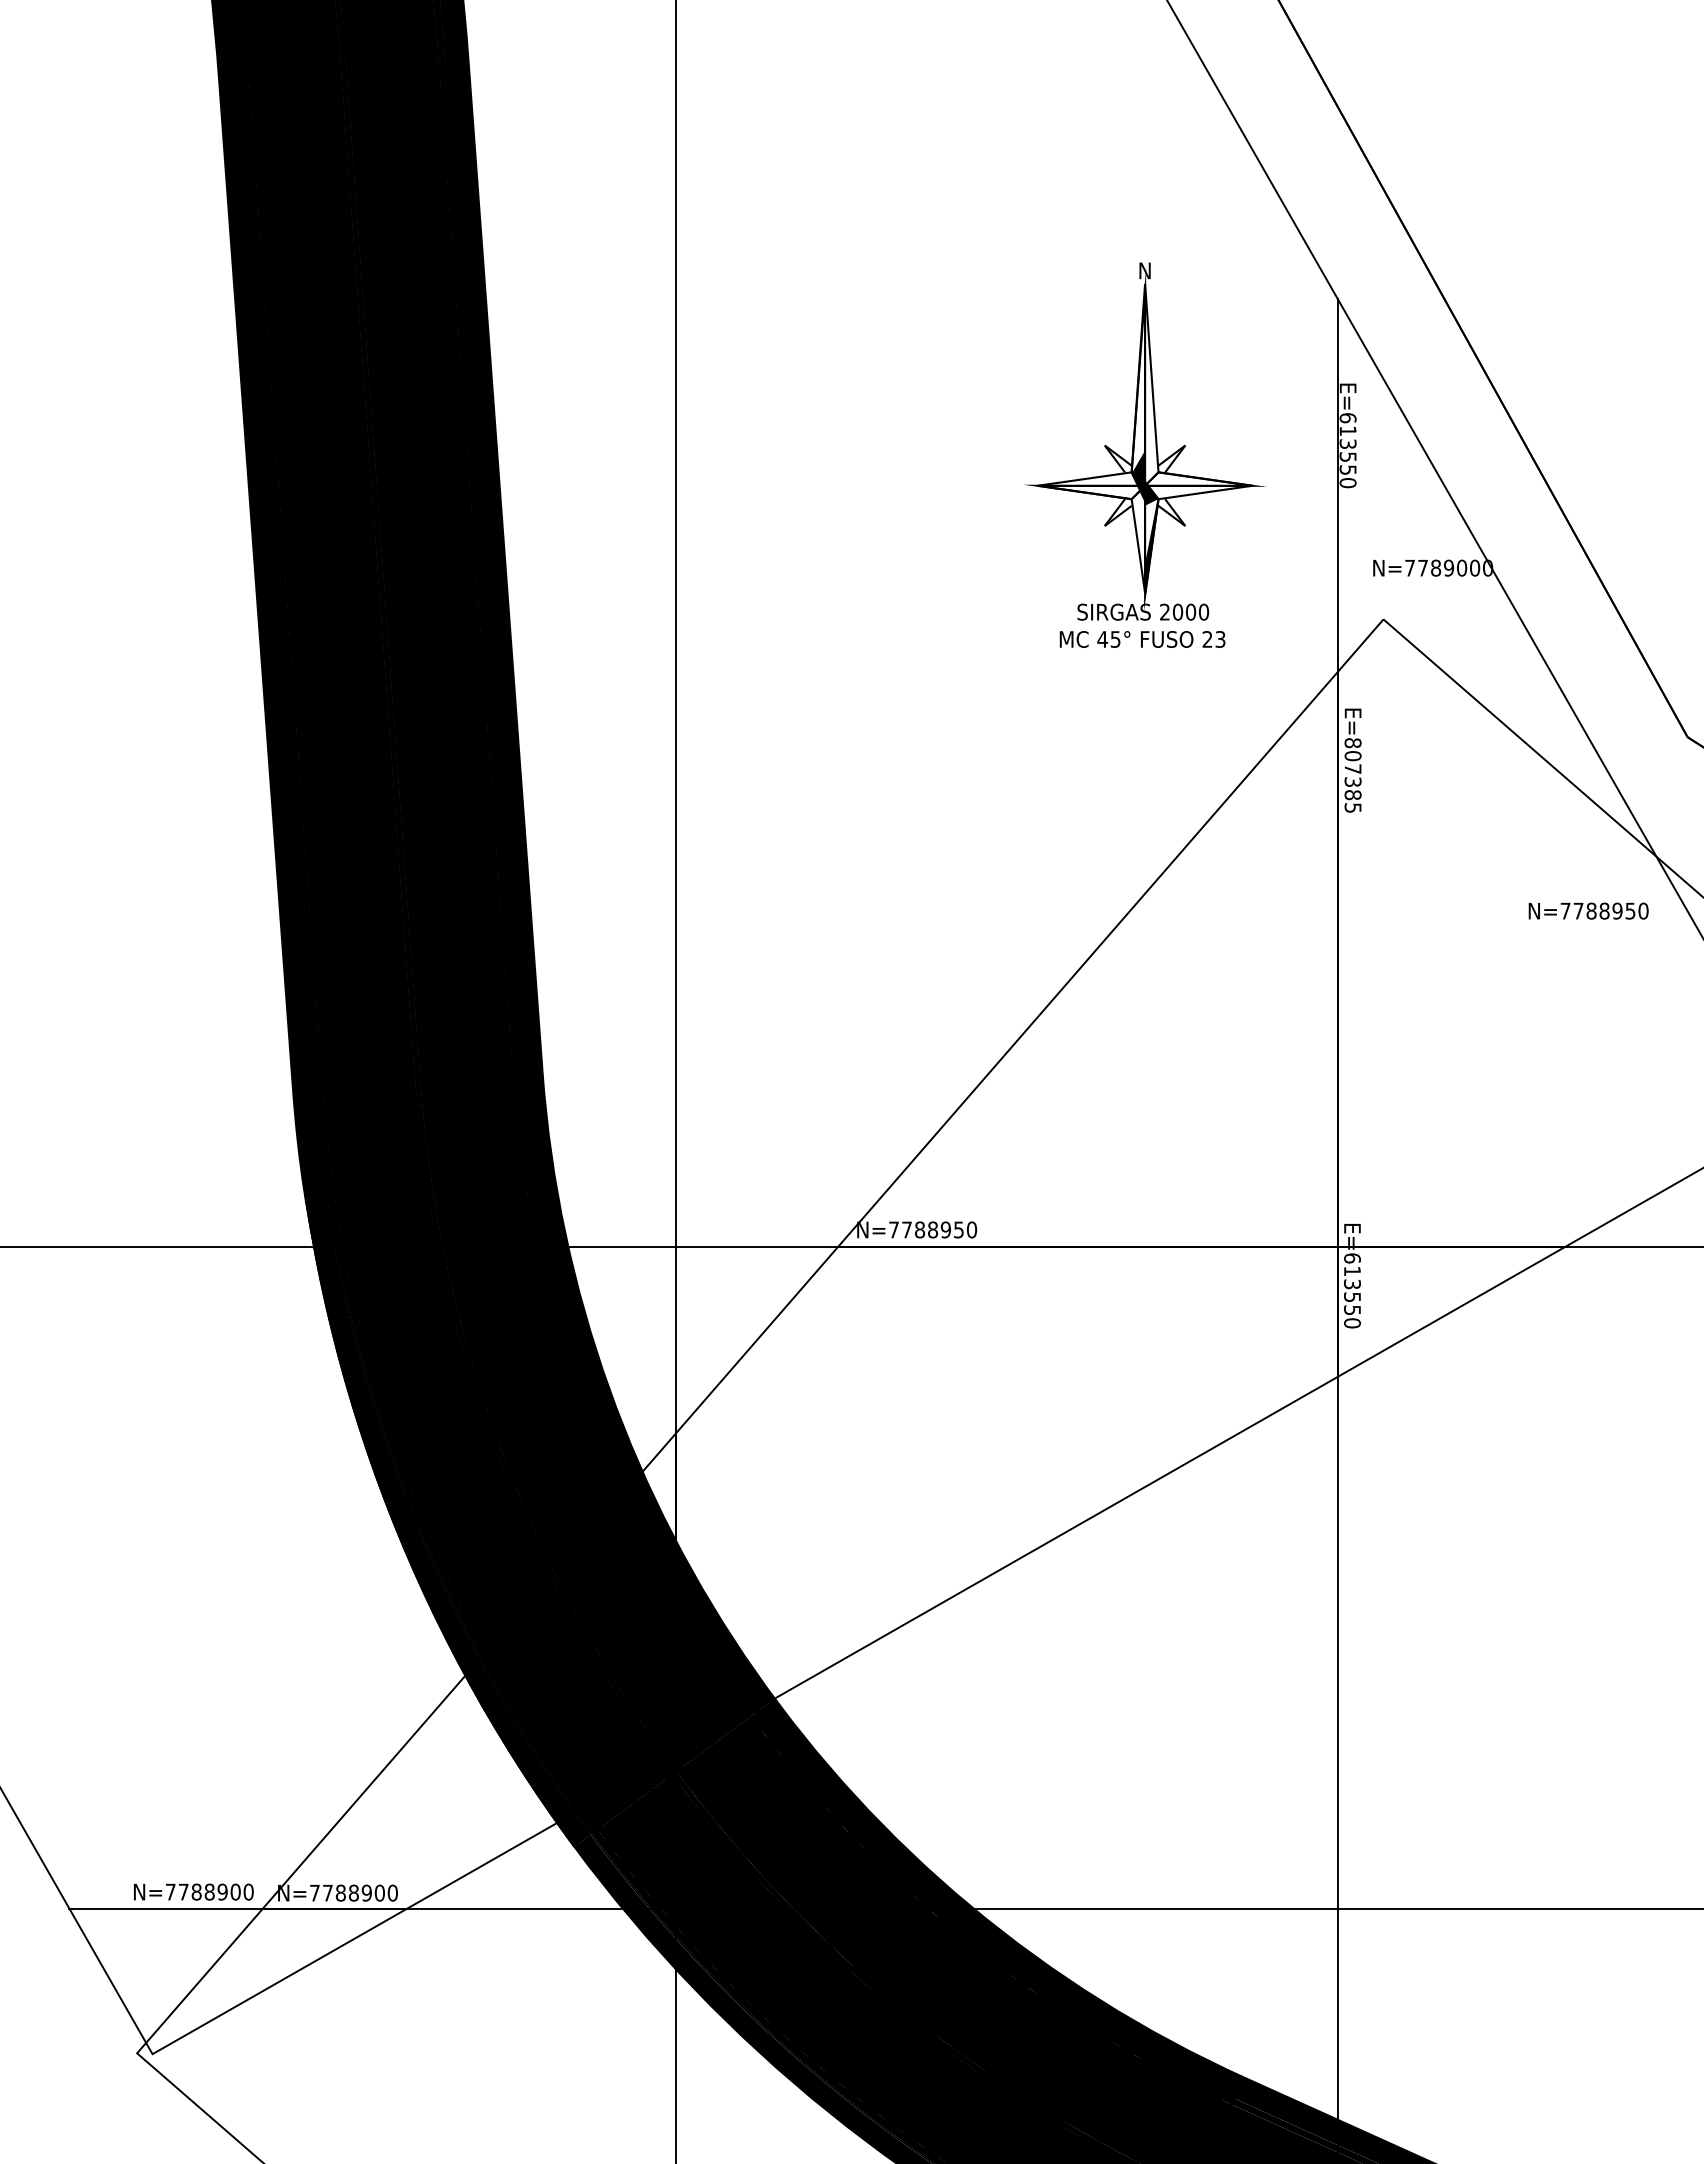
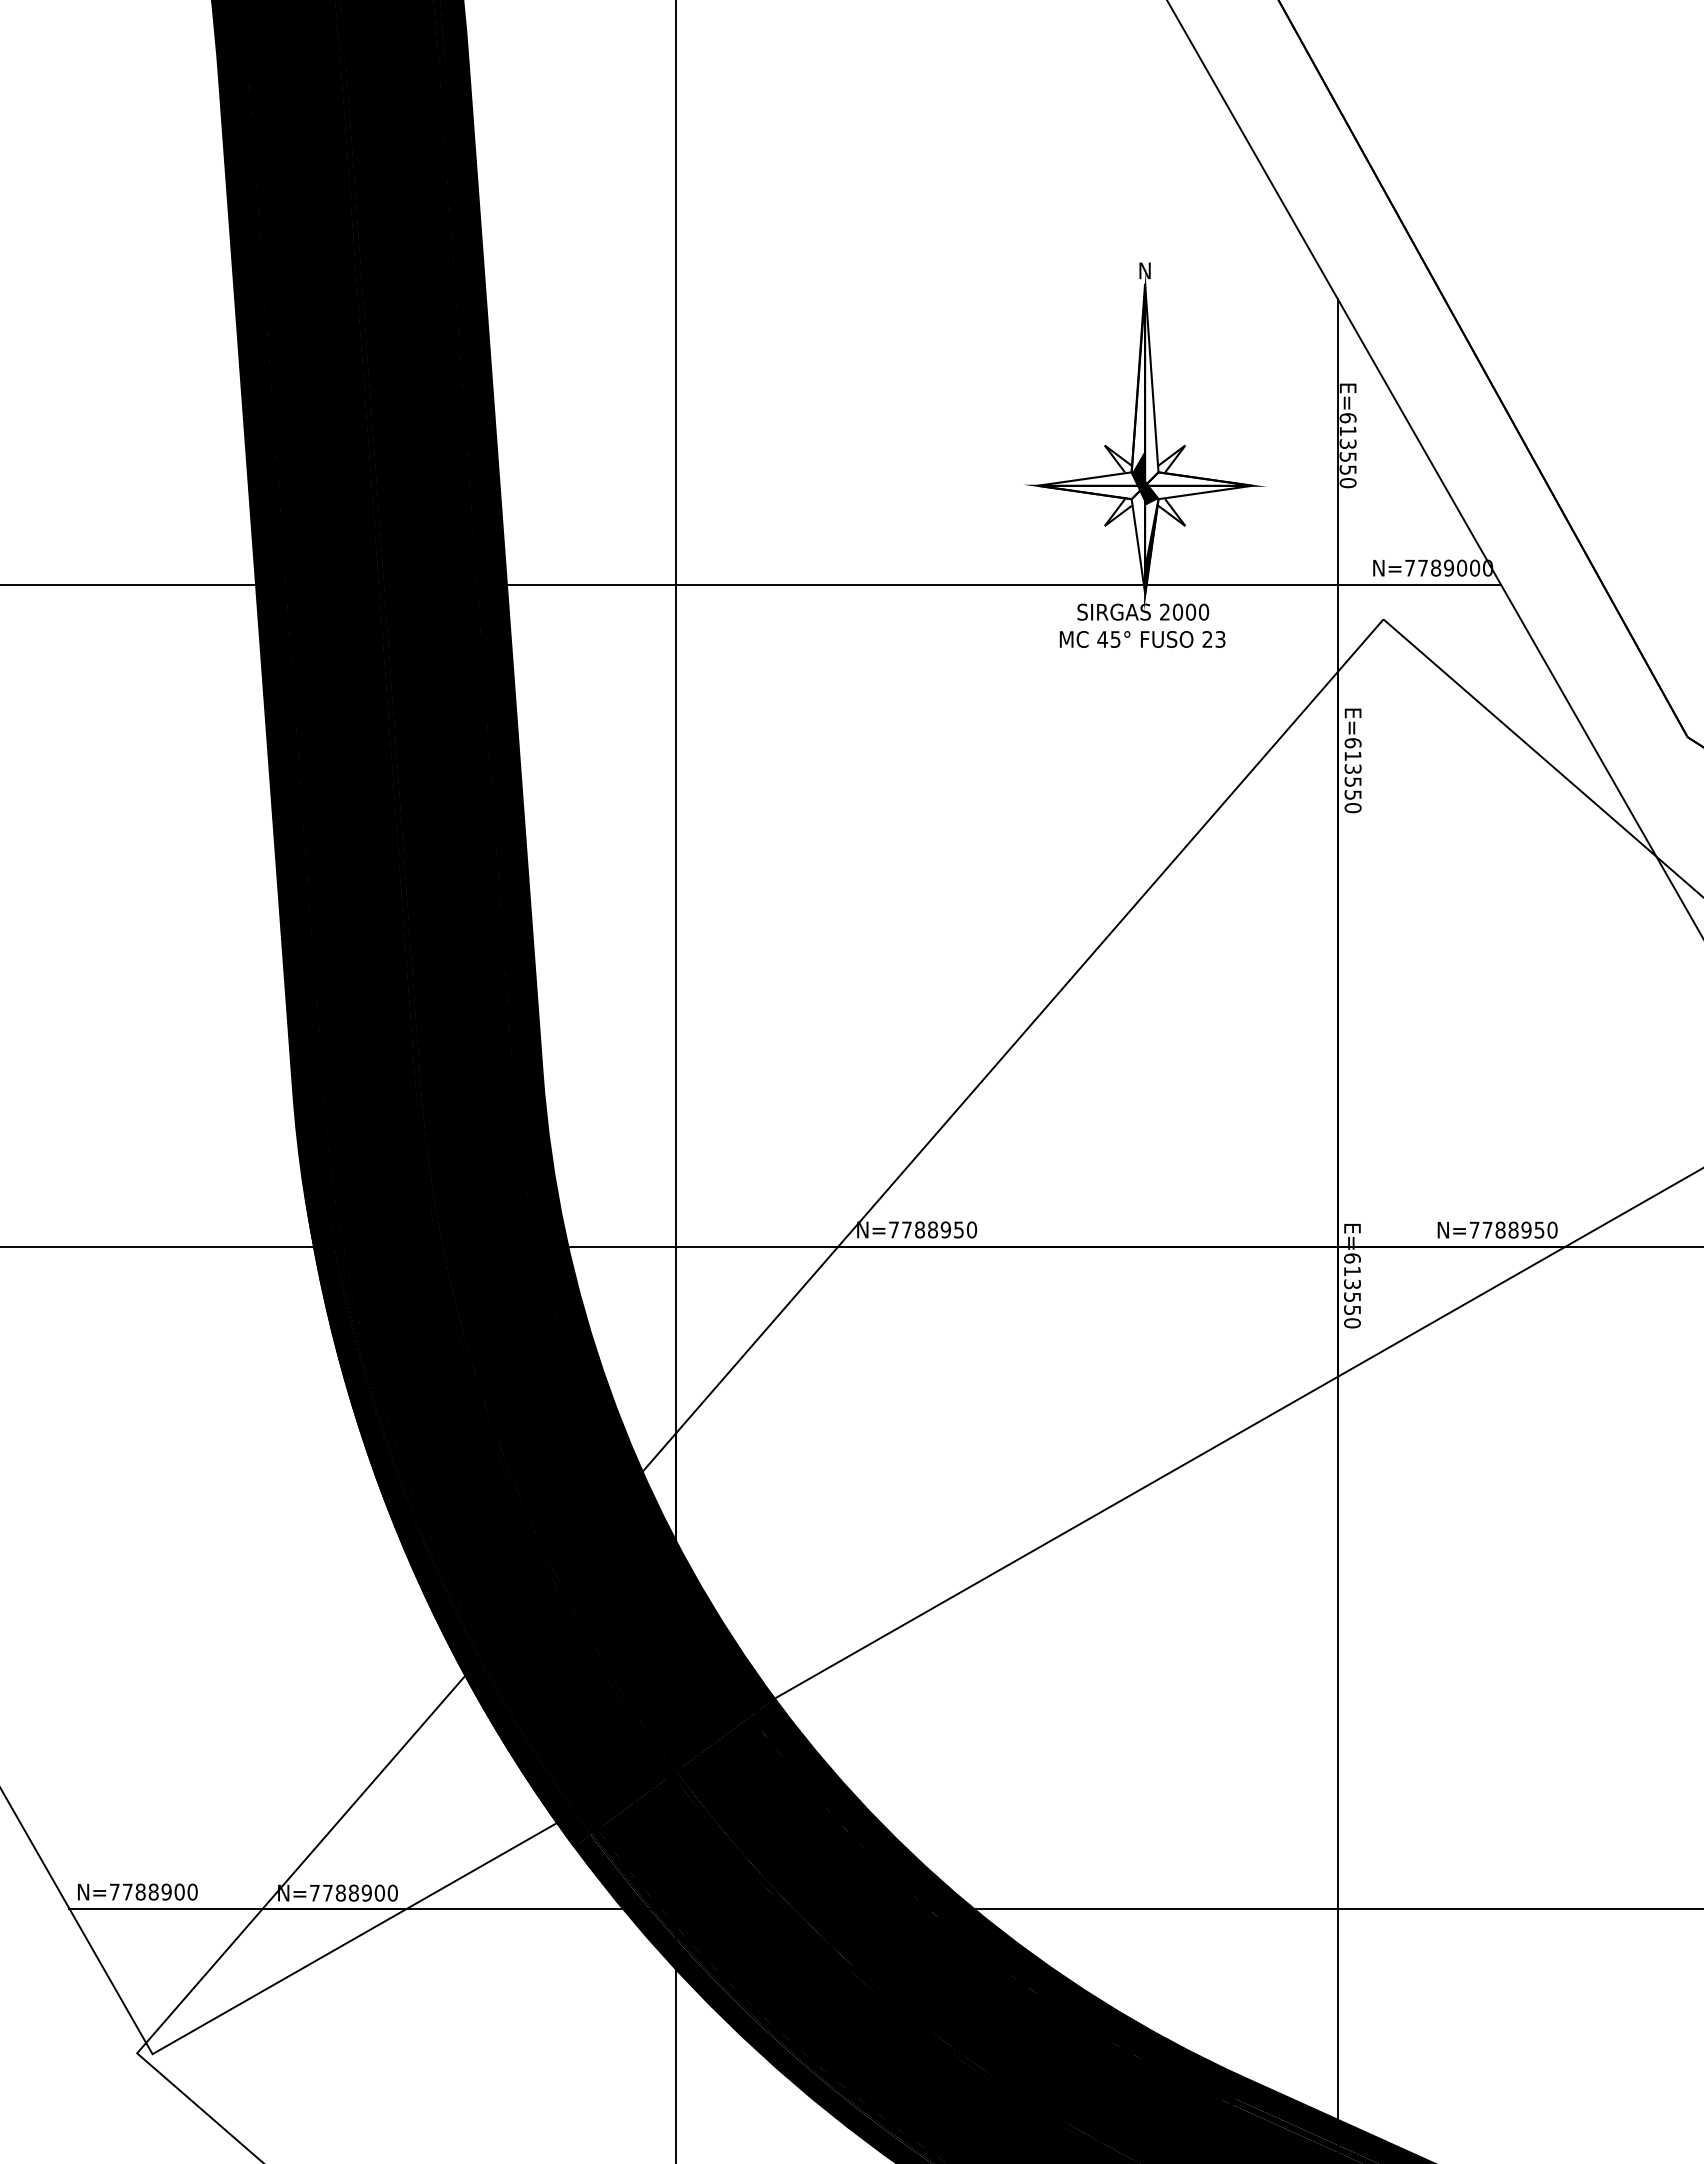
line at (751, 584): none -> present
text at (1352, 775): E=807385 -> E=613550
text at (1588, 910) position: (1588, 910) -> (1497, 1229)
text at (193, 1891) position: (193, 1891) -> (137, 1891)
